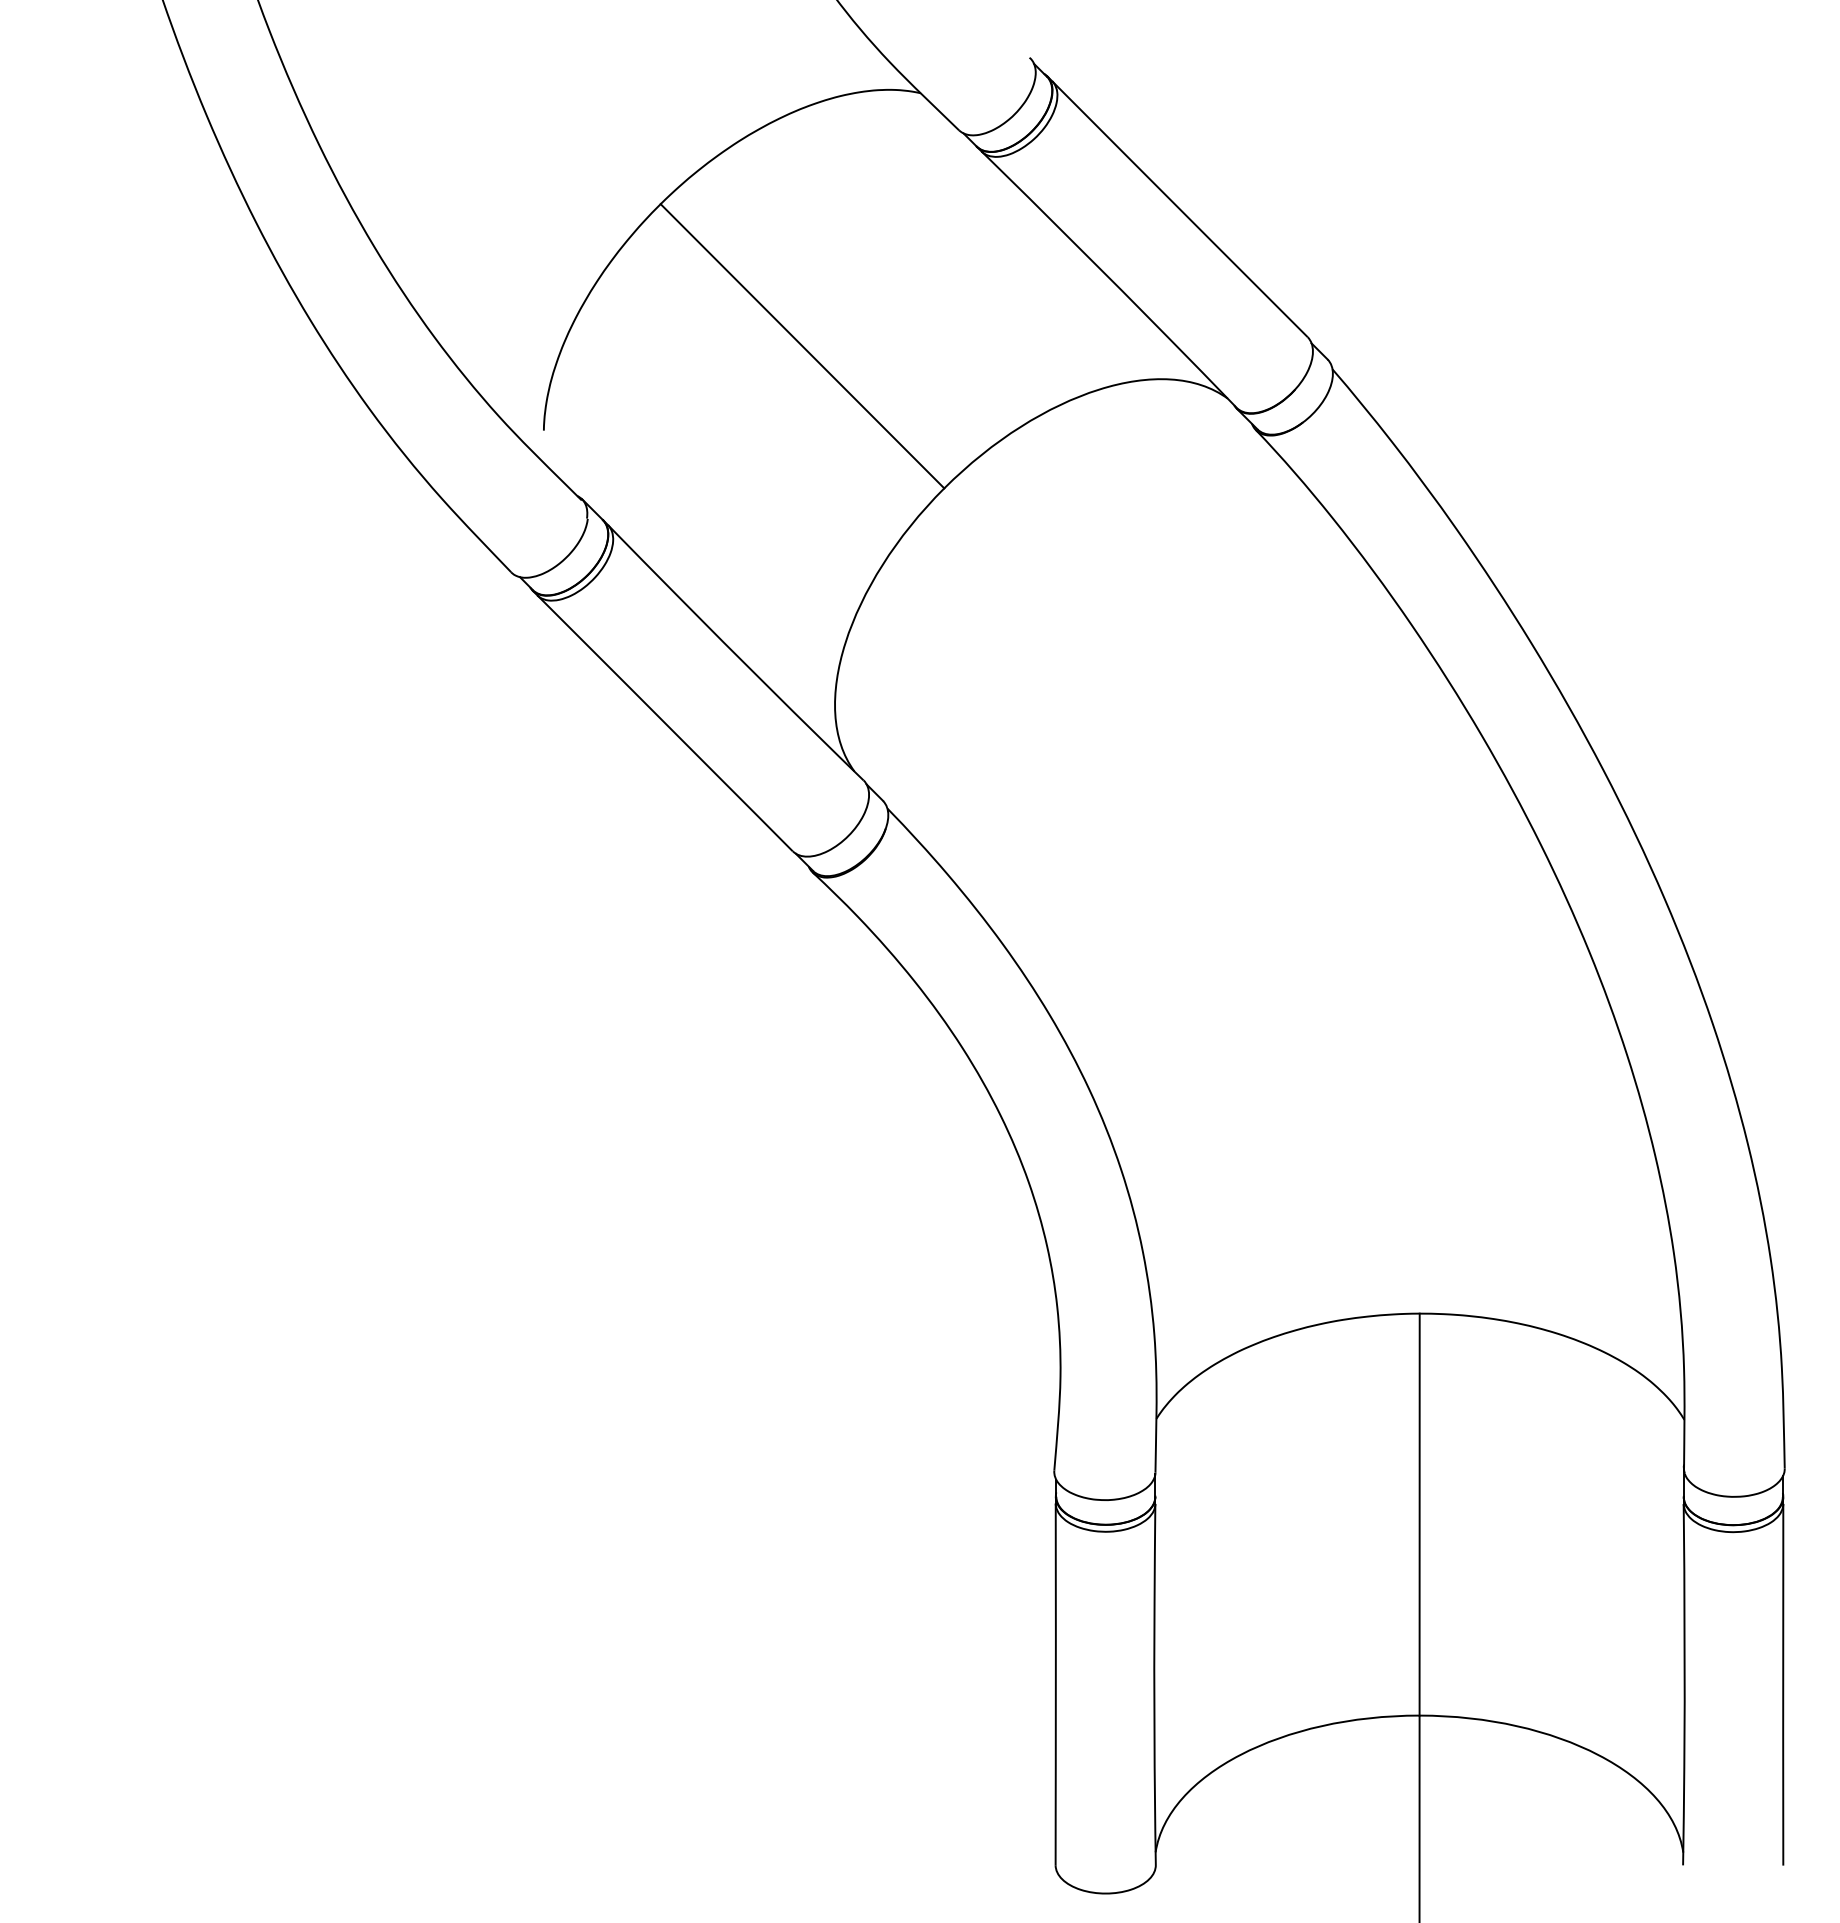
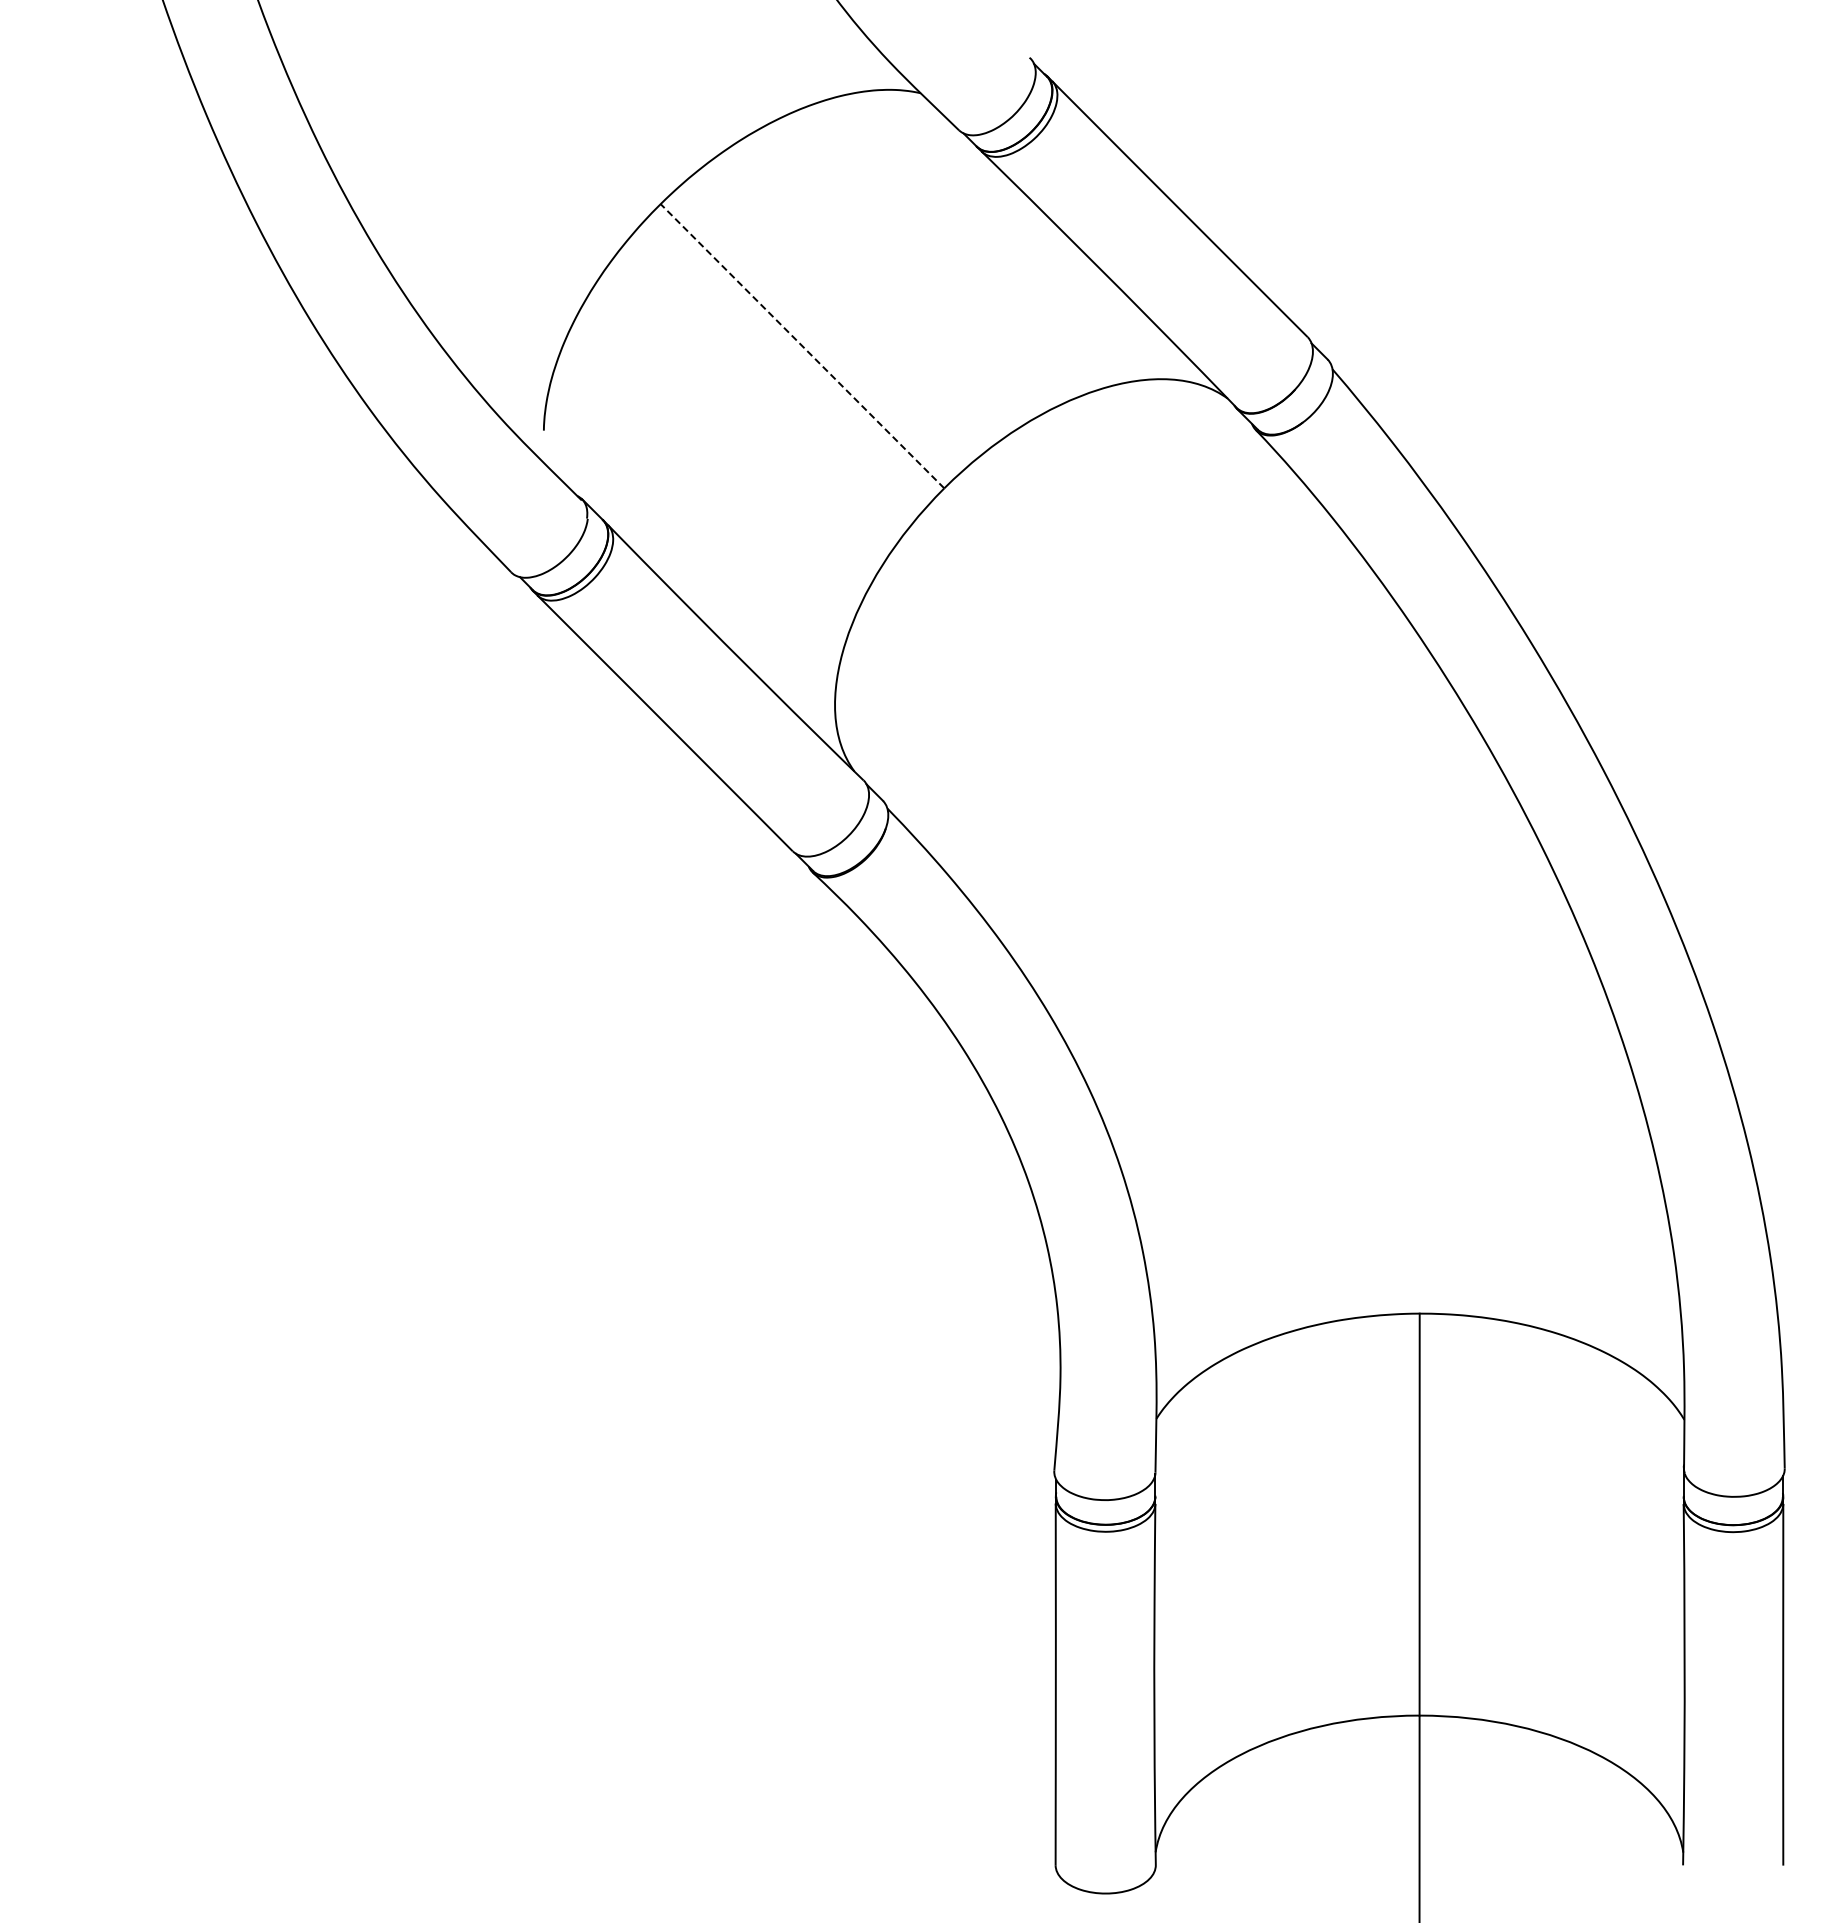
line at (802, 346): solid -> dashed
